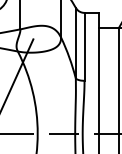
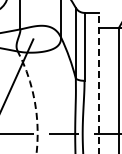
line at (98, 82): solid -> dashed
arc at (34, 102): solid -> dashed
